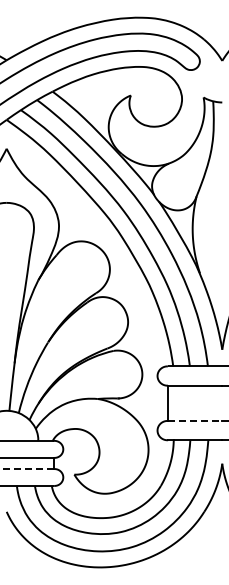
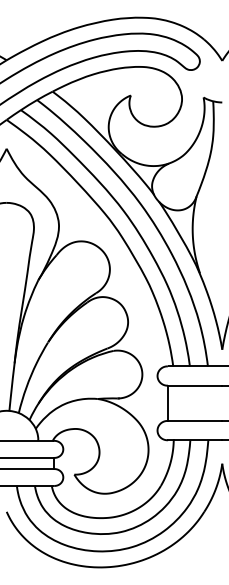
line at (195, 420): dashed -> solid
line at (27, 469): dashed -> solid
